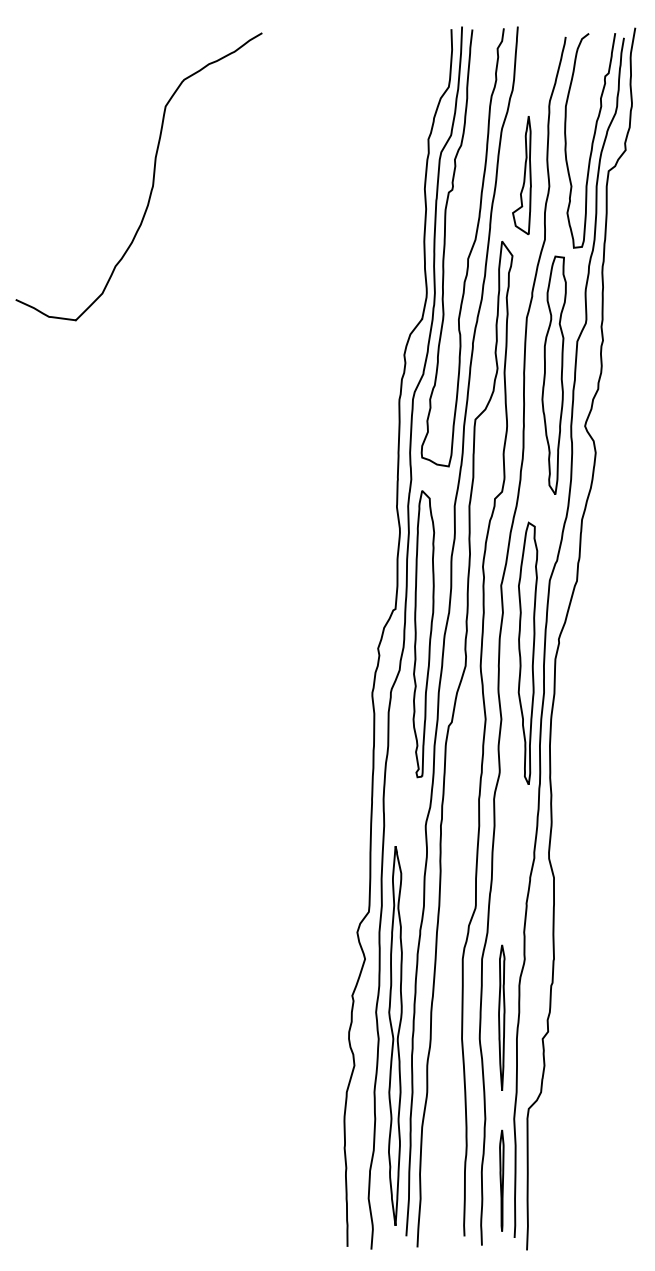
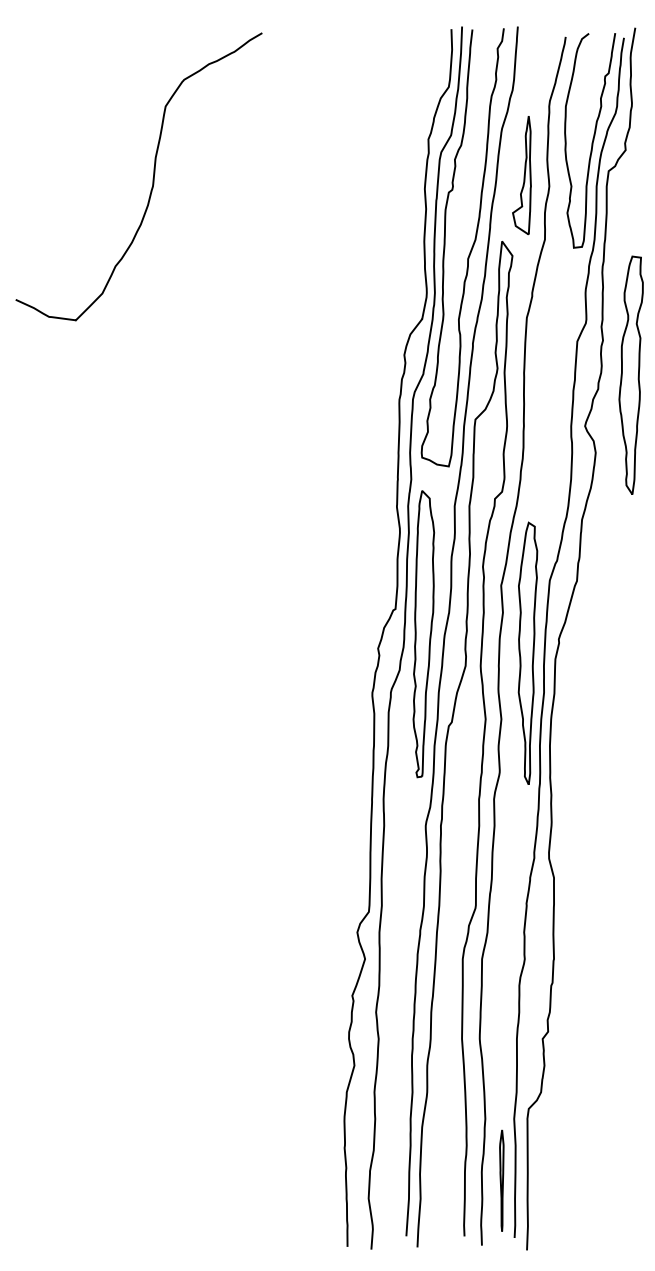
part at (553, 374) position: (553, 374) -> (630, 374)
part at (501, 1017): present -> none
part at (395, 1035): present -> none
